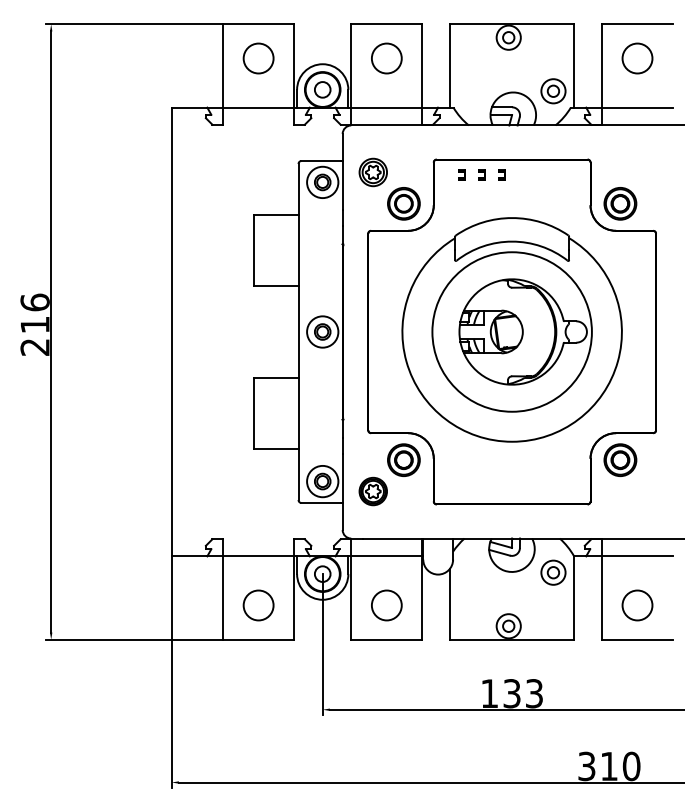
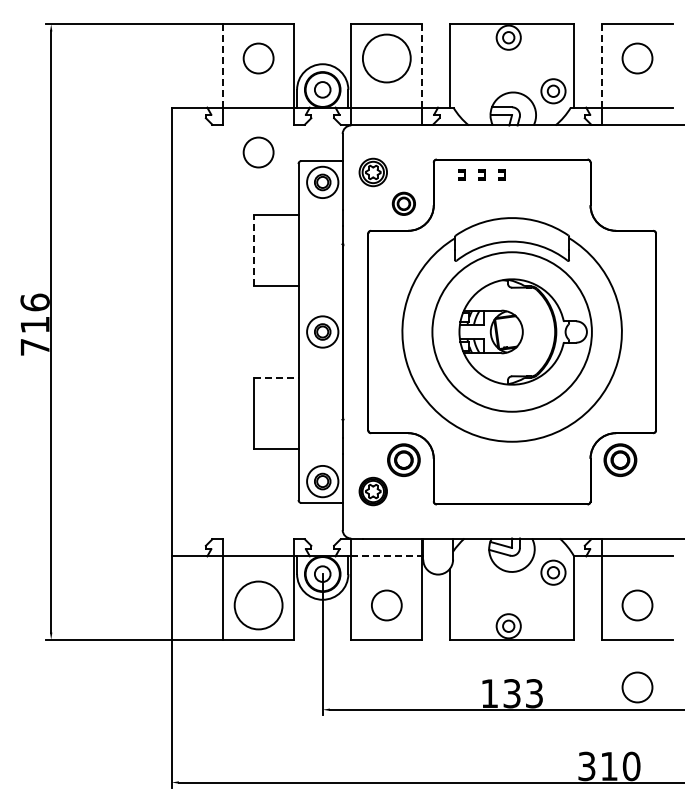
circle at (386, 58) diameter: 30 px -> 48 px
line at (223, 66): solid -> dashed
line at (422, 66): solid -> dashed
line at (601, 66): solid -> dashed
circle at (258, 152): none -> present
part at (403, 203) size: 34x34 px -> 25x25 px
part at (620, 203): present -> none
line at (254, 250): solid -> dashed
text at (34, 347): 216 -> 716
line at (276, 377): solid -> dashed
line at (386, 556): solid -> dashed
circle at (258, 605) diameter: 30 px -> 48 px
circle at (637, 687): none -> present
